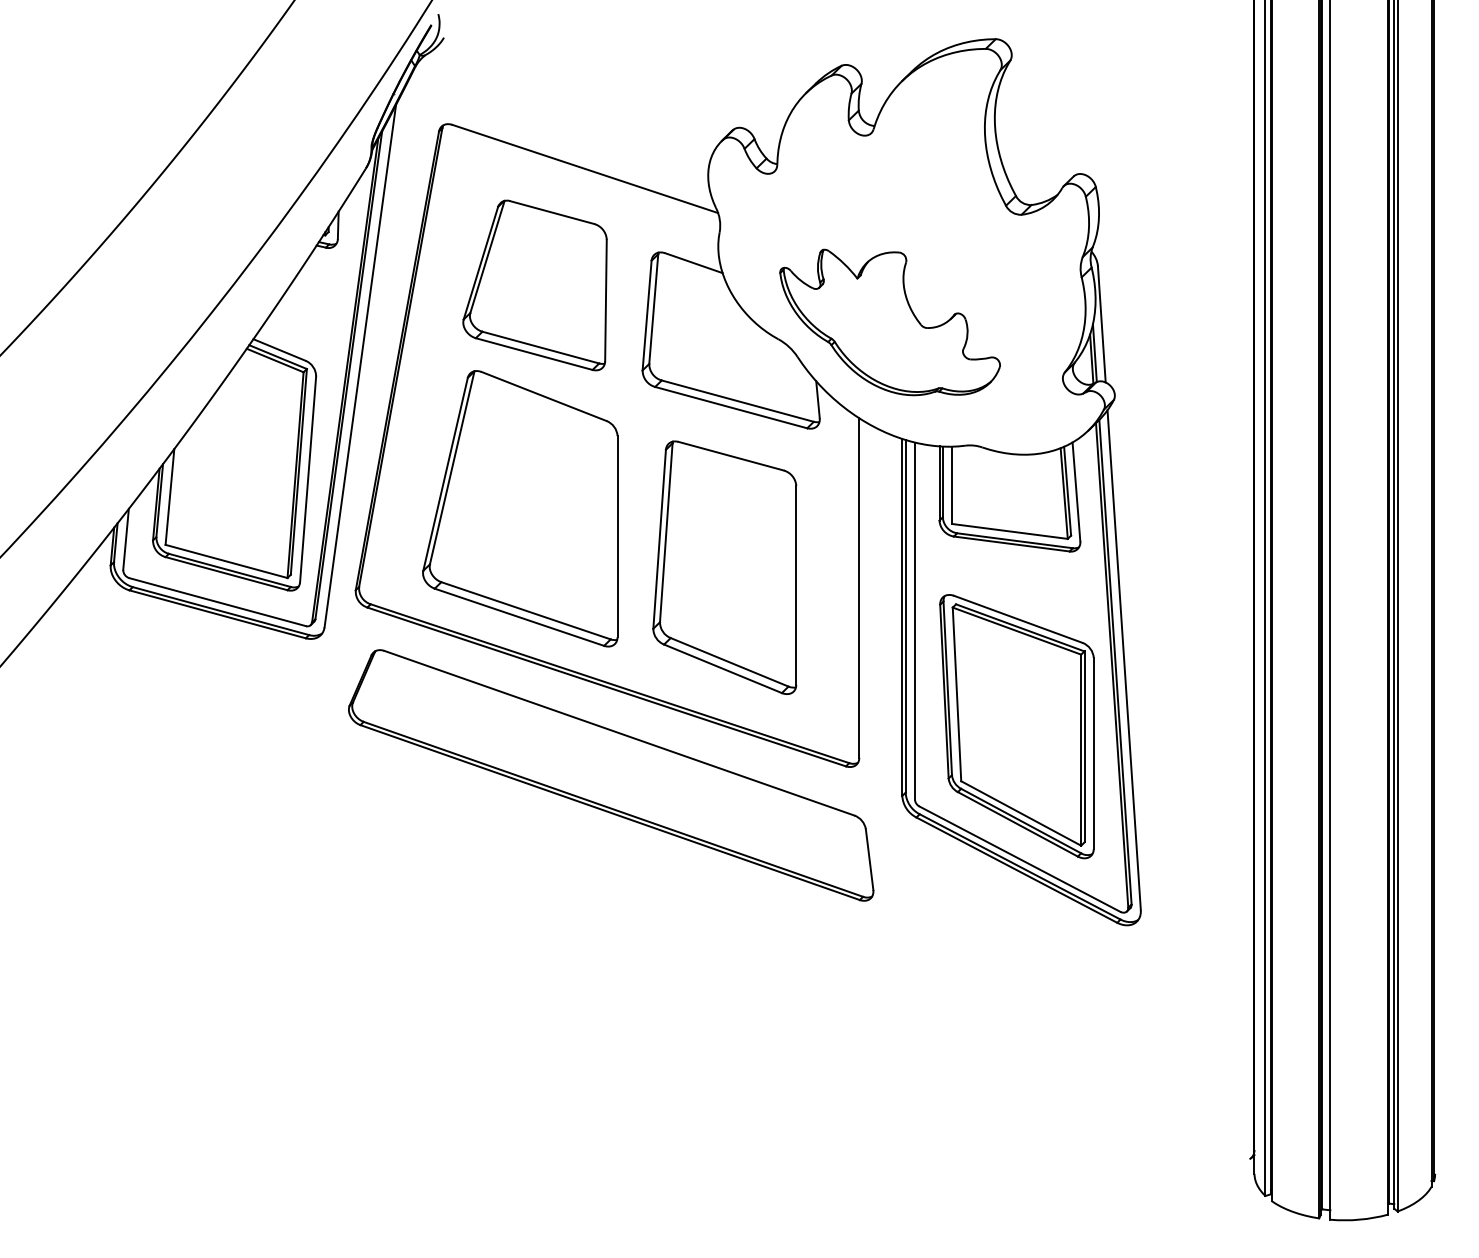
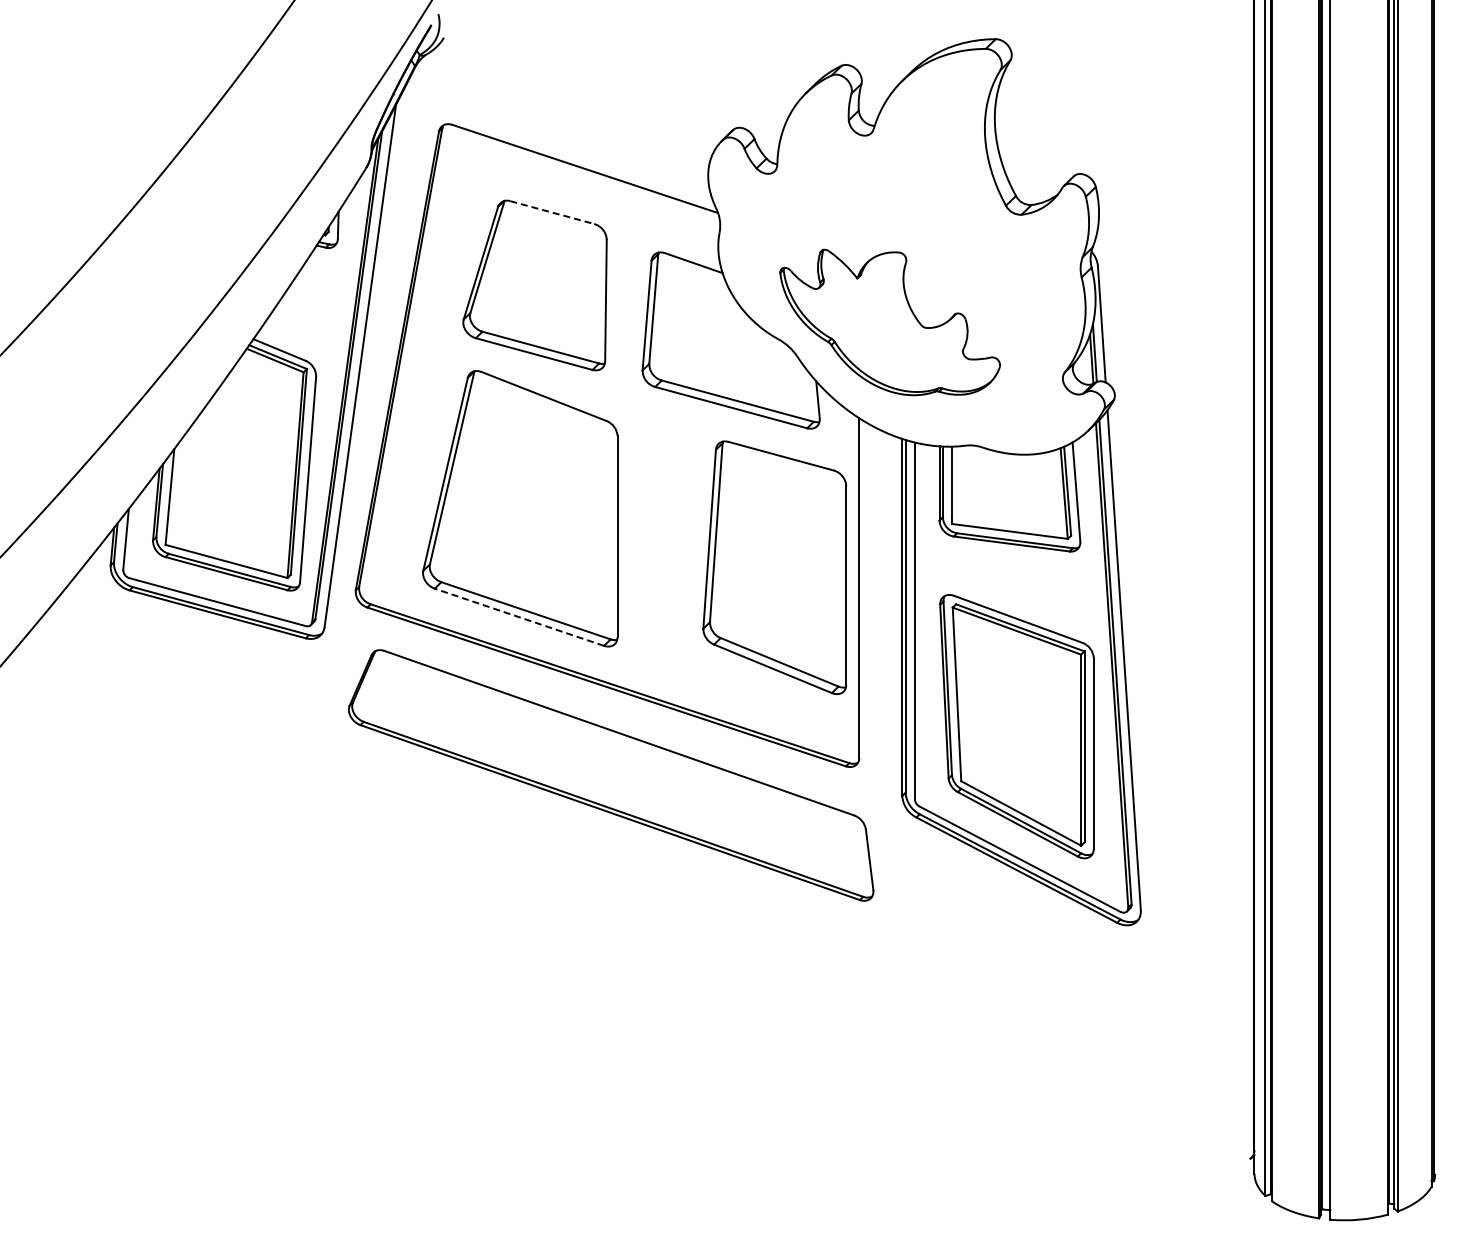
line at (552, 212): solid -> dashed
part at (724, 567) position: (724, 567) -> (774, 567)
line at (518, 617): solid -> dashed
